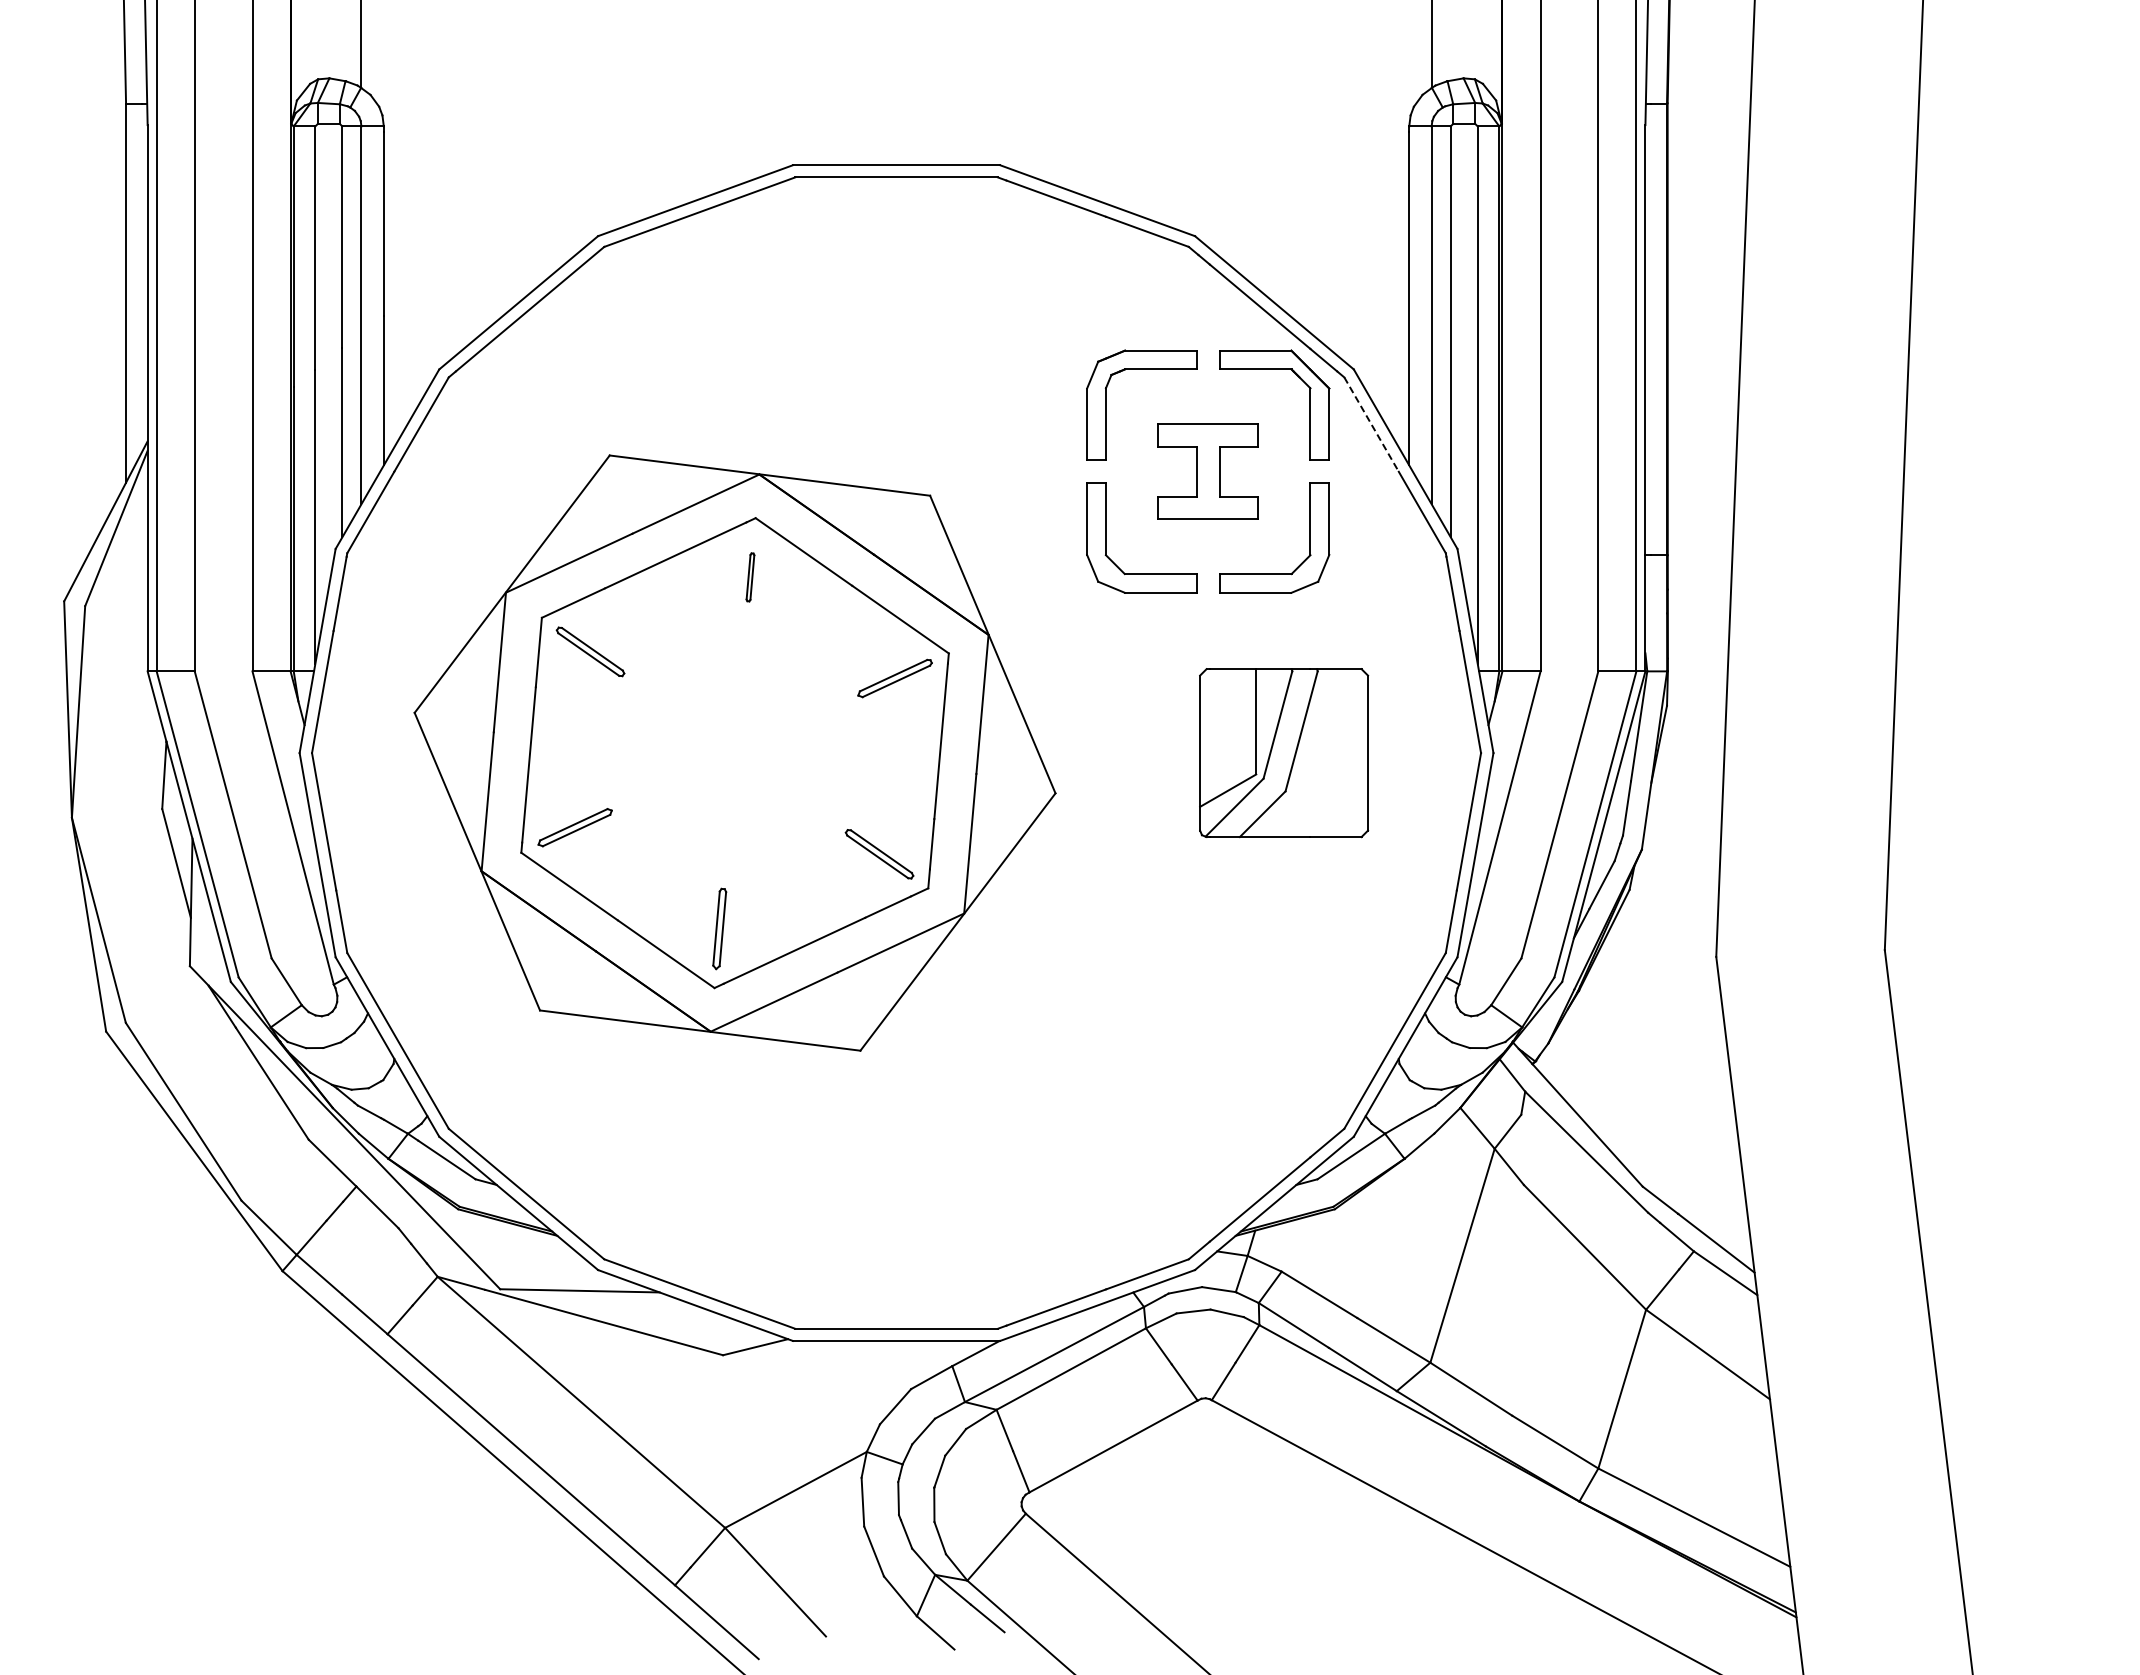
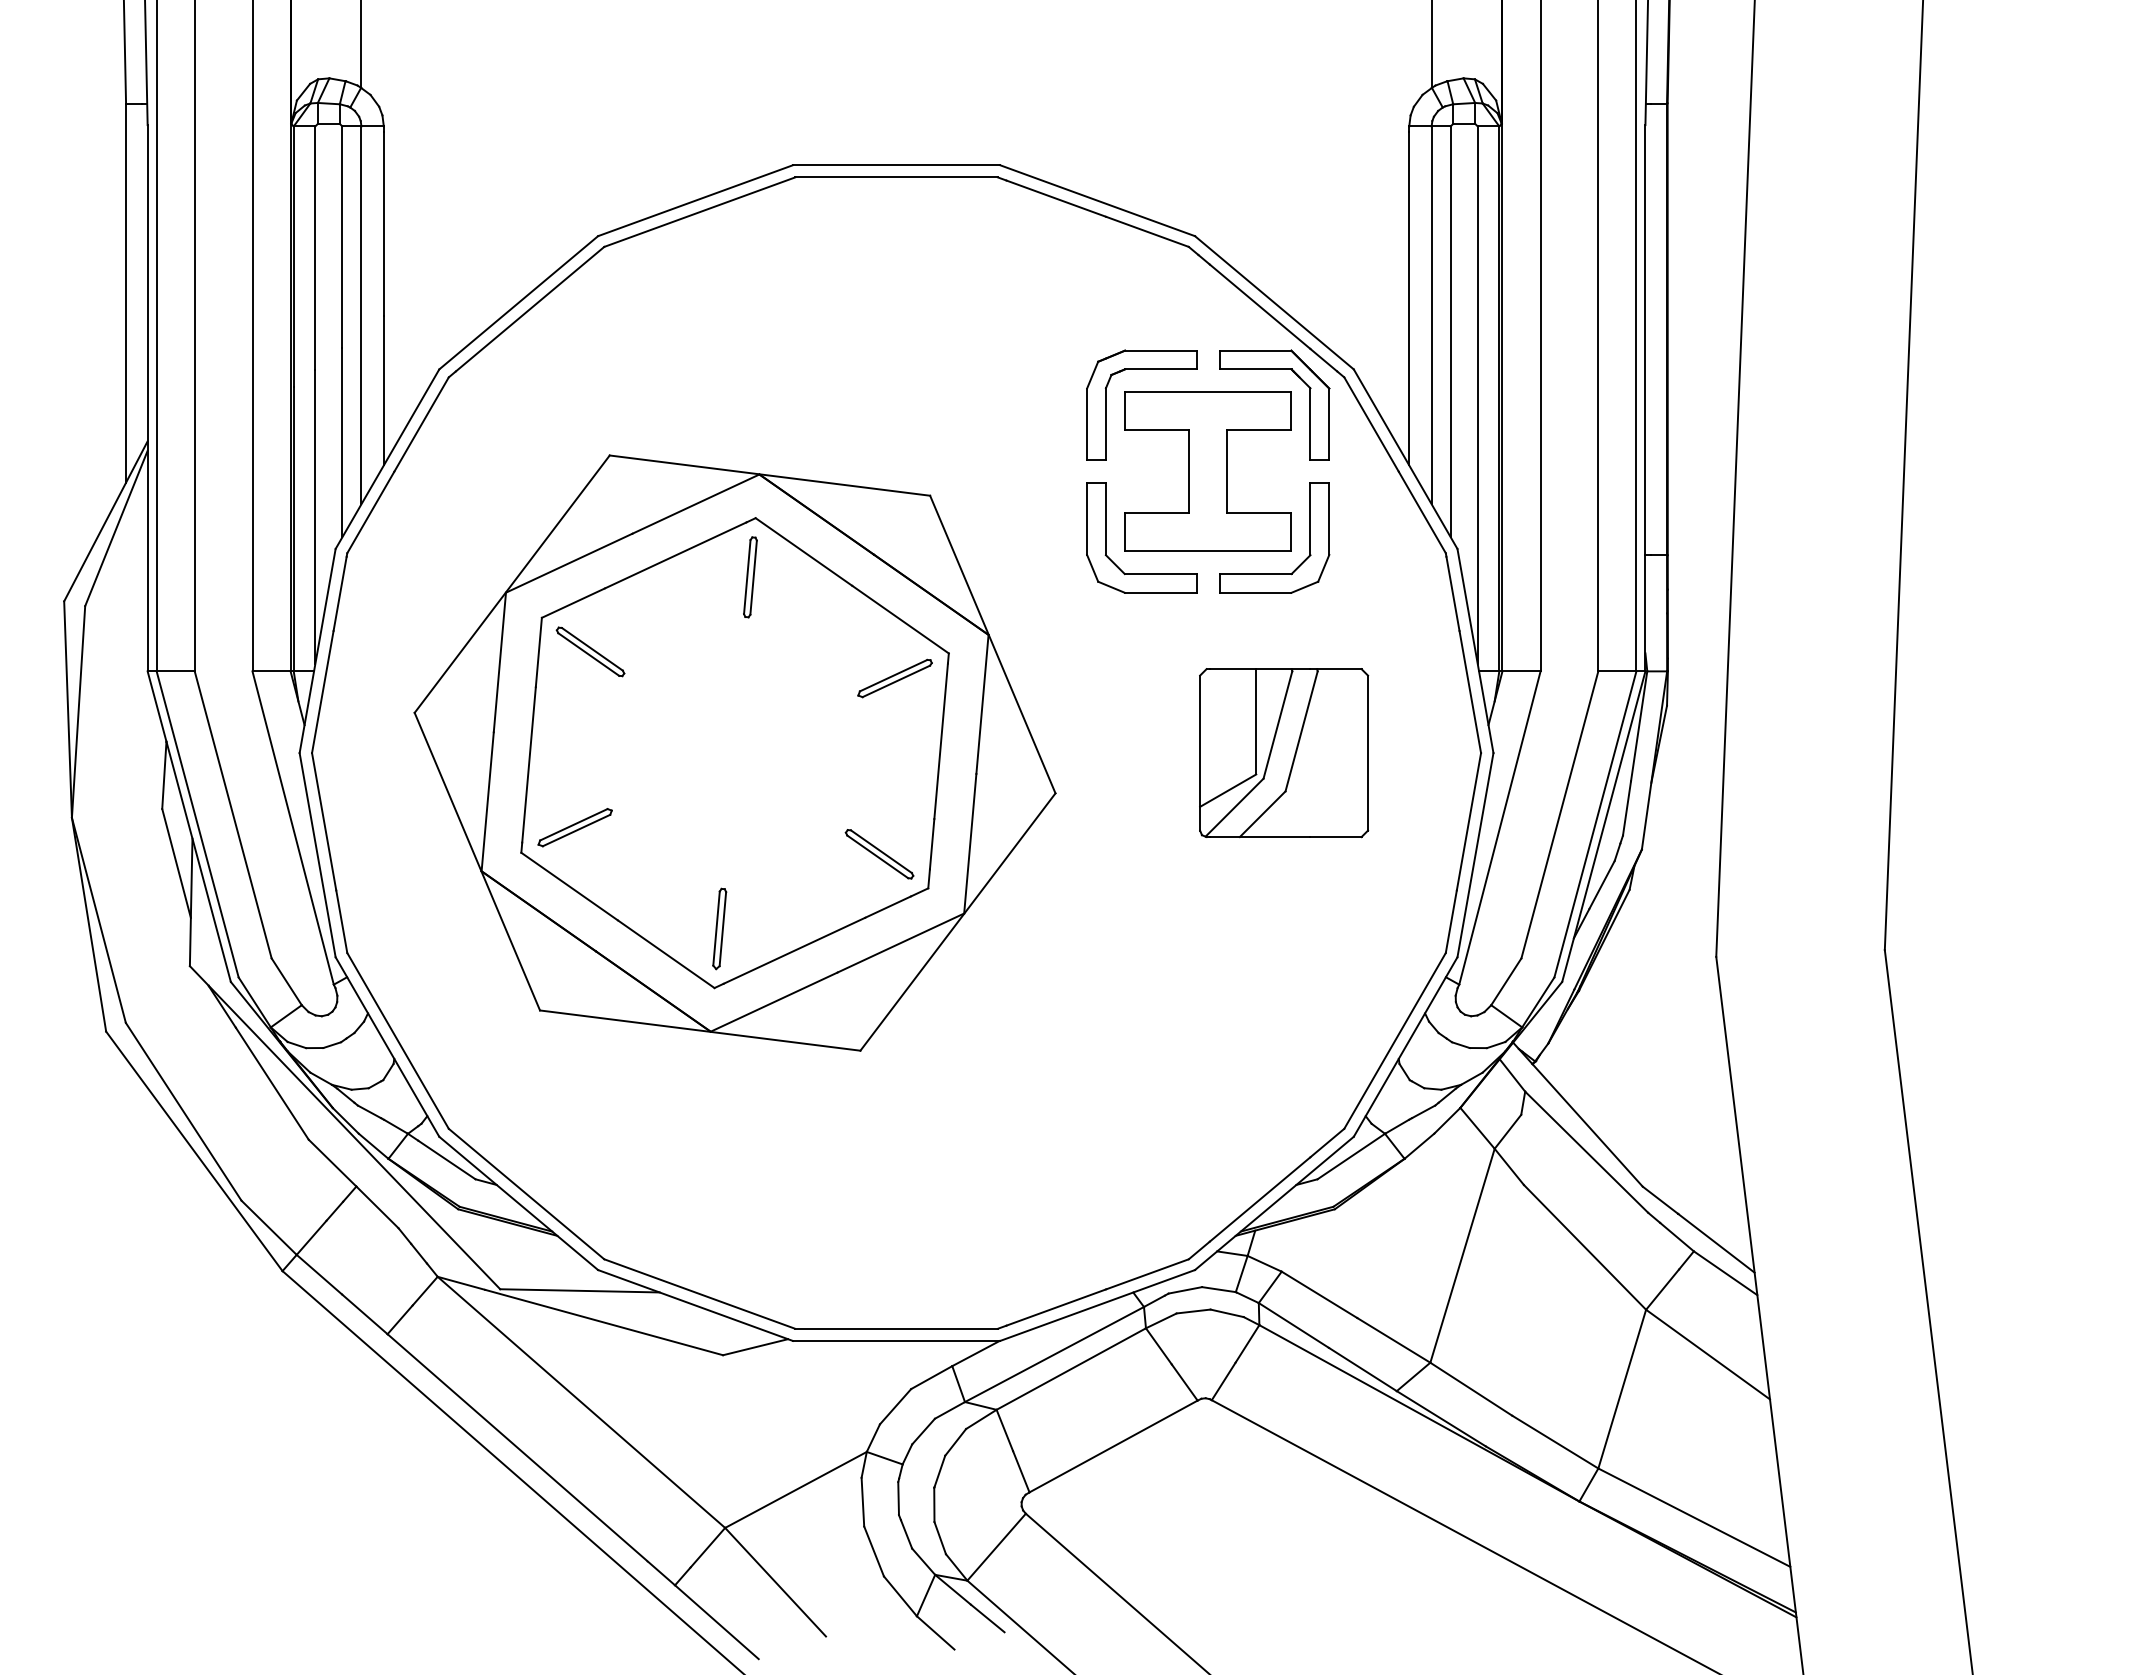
line at (1371, 425): dashed -> solid
part at (1207, 471) size: 102x97 px -> 168x161 px
part at (750, 577) size: 11x51 px -> 15x83 px
